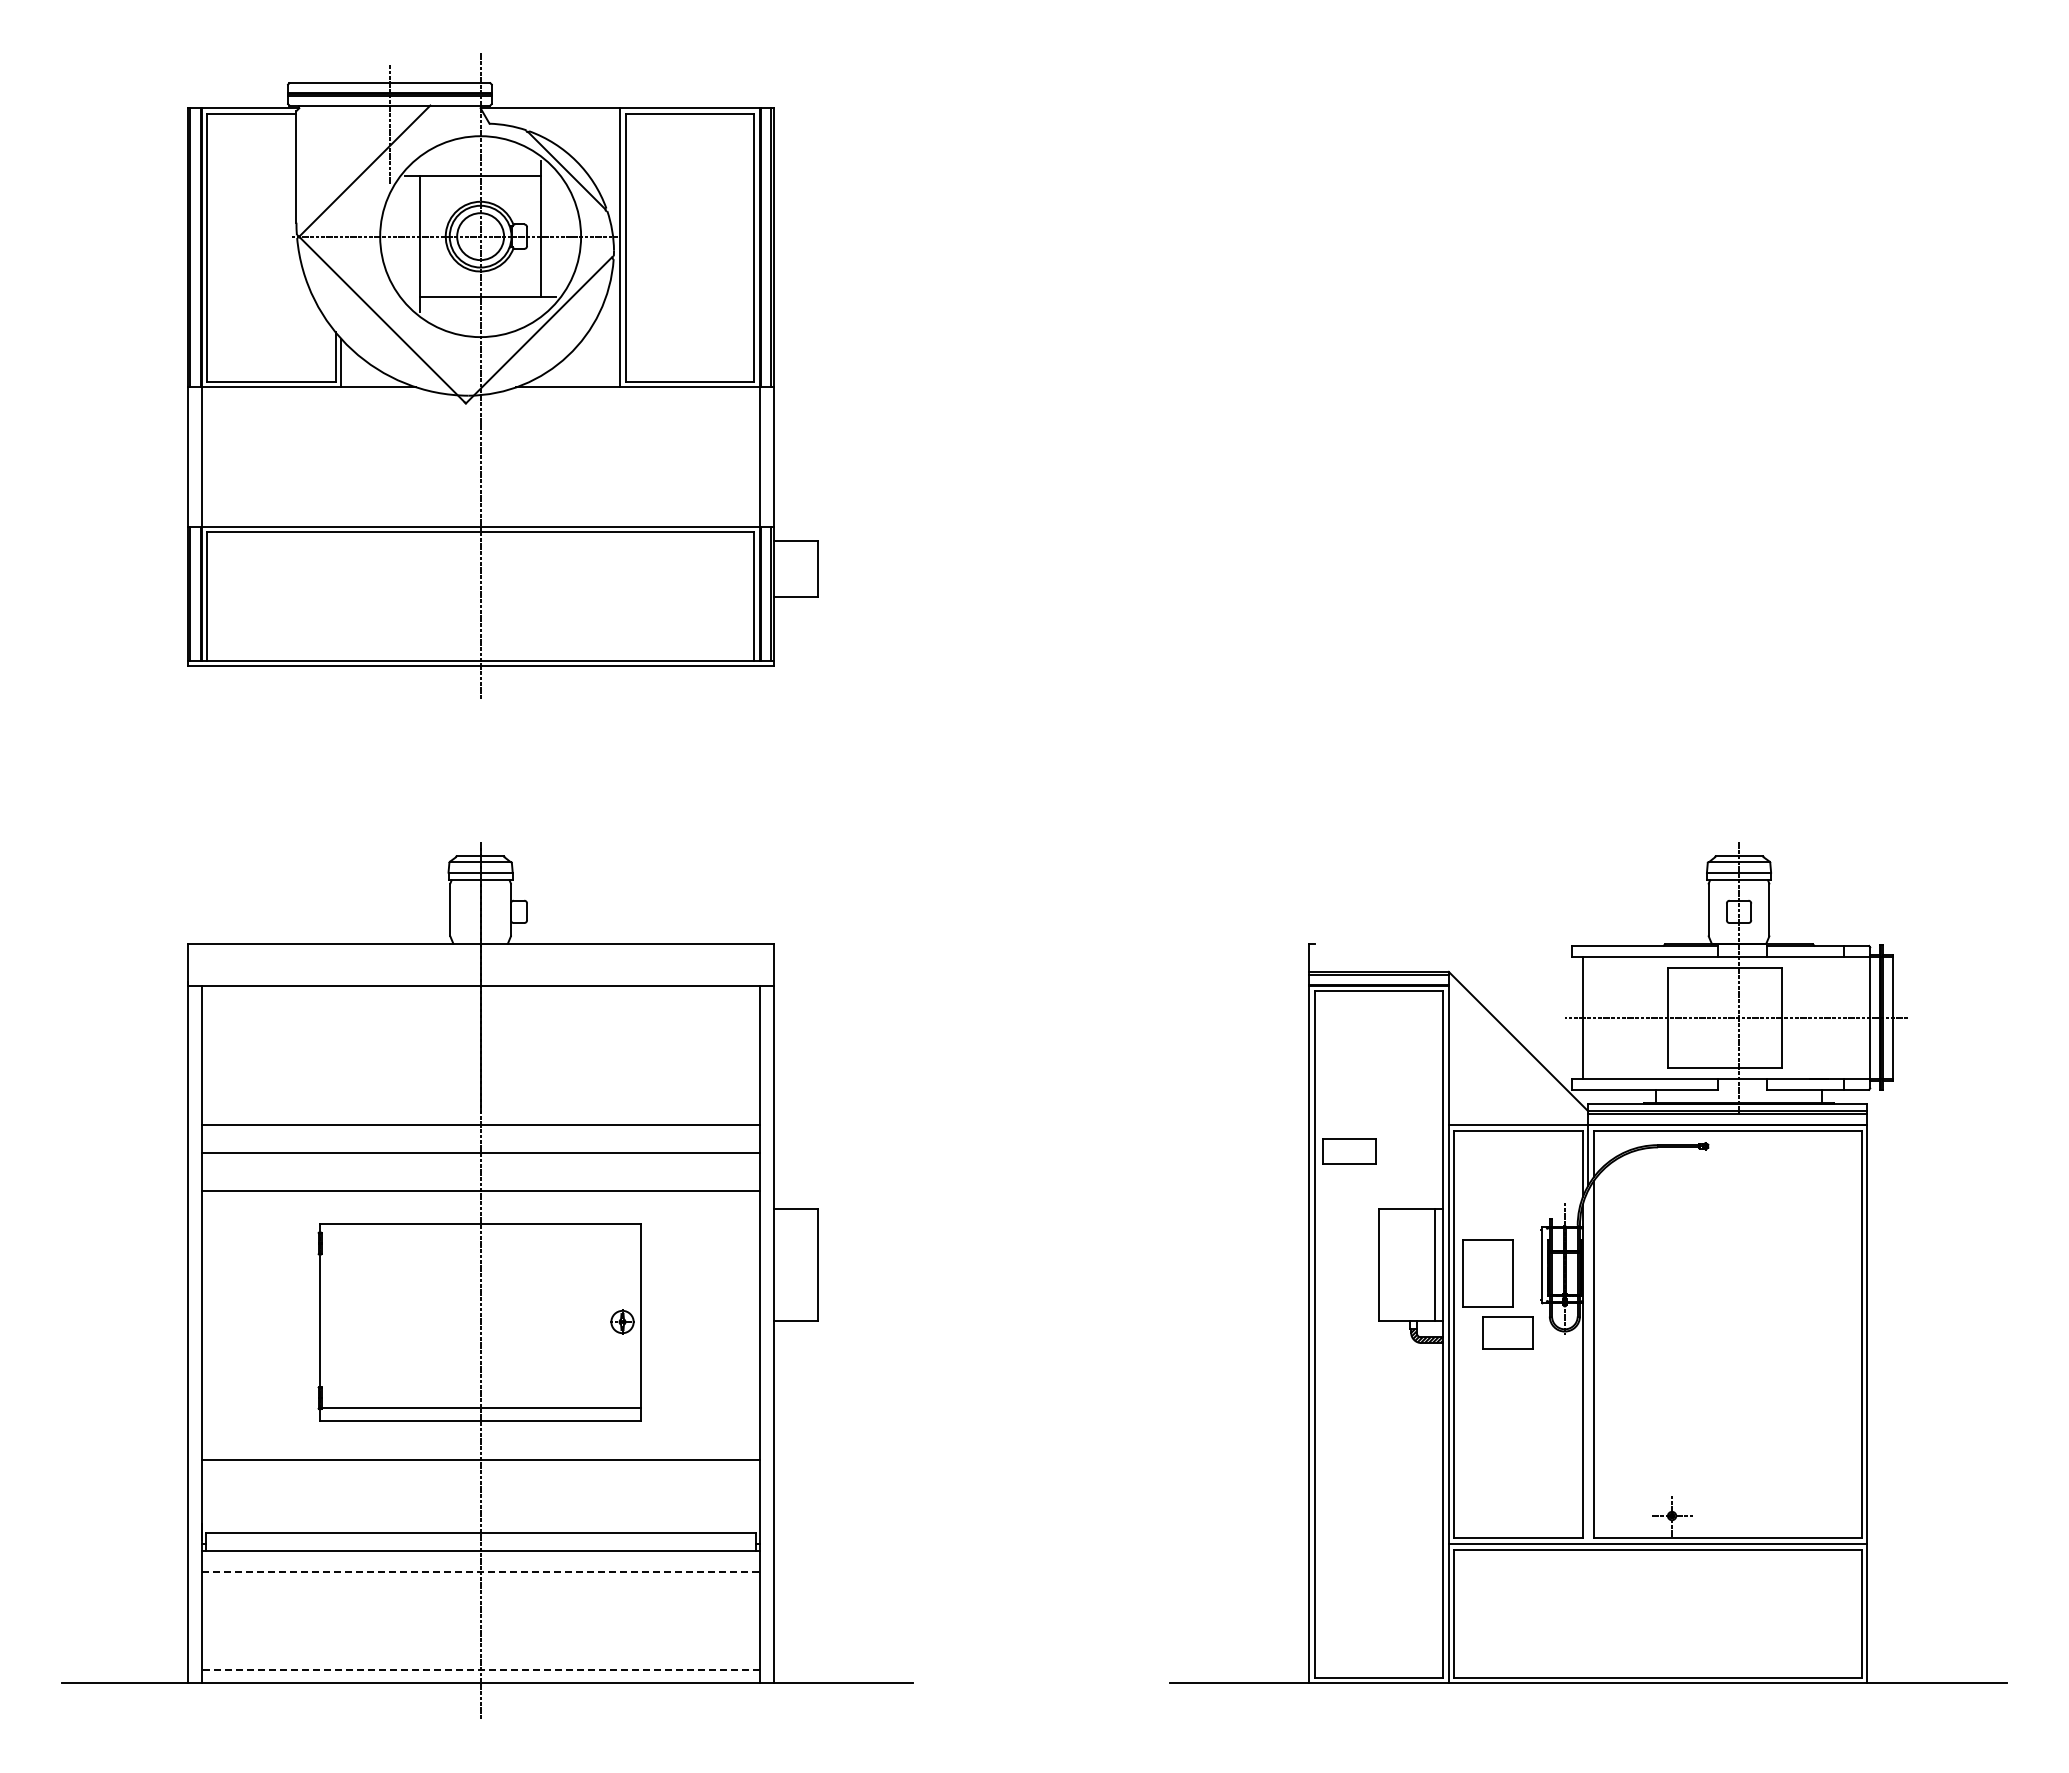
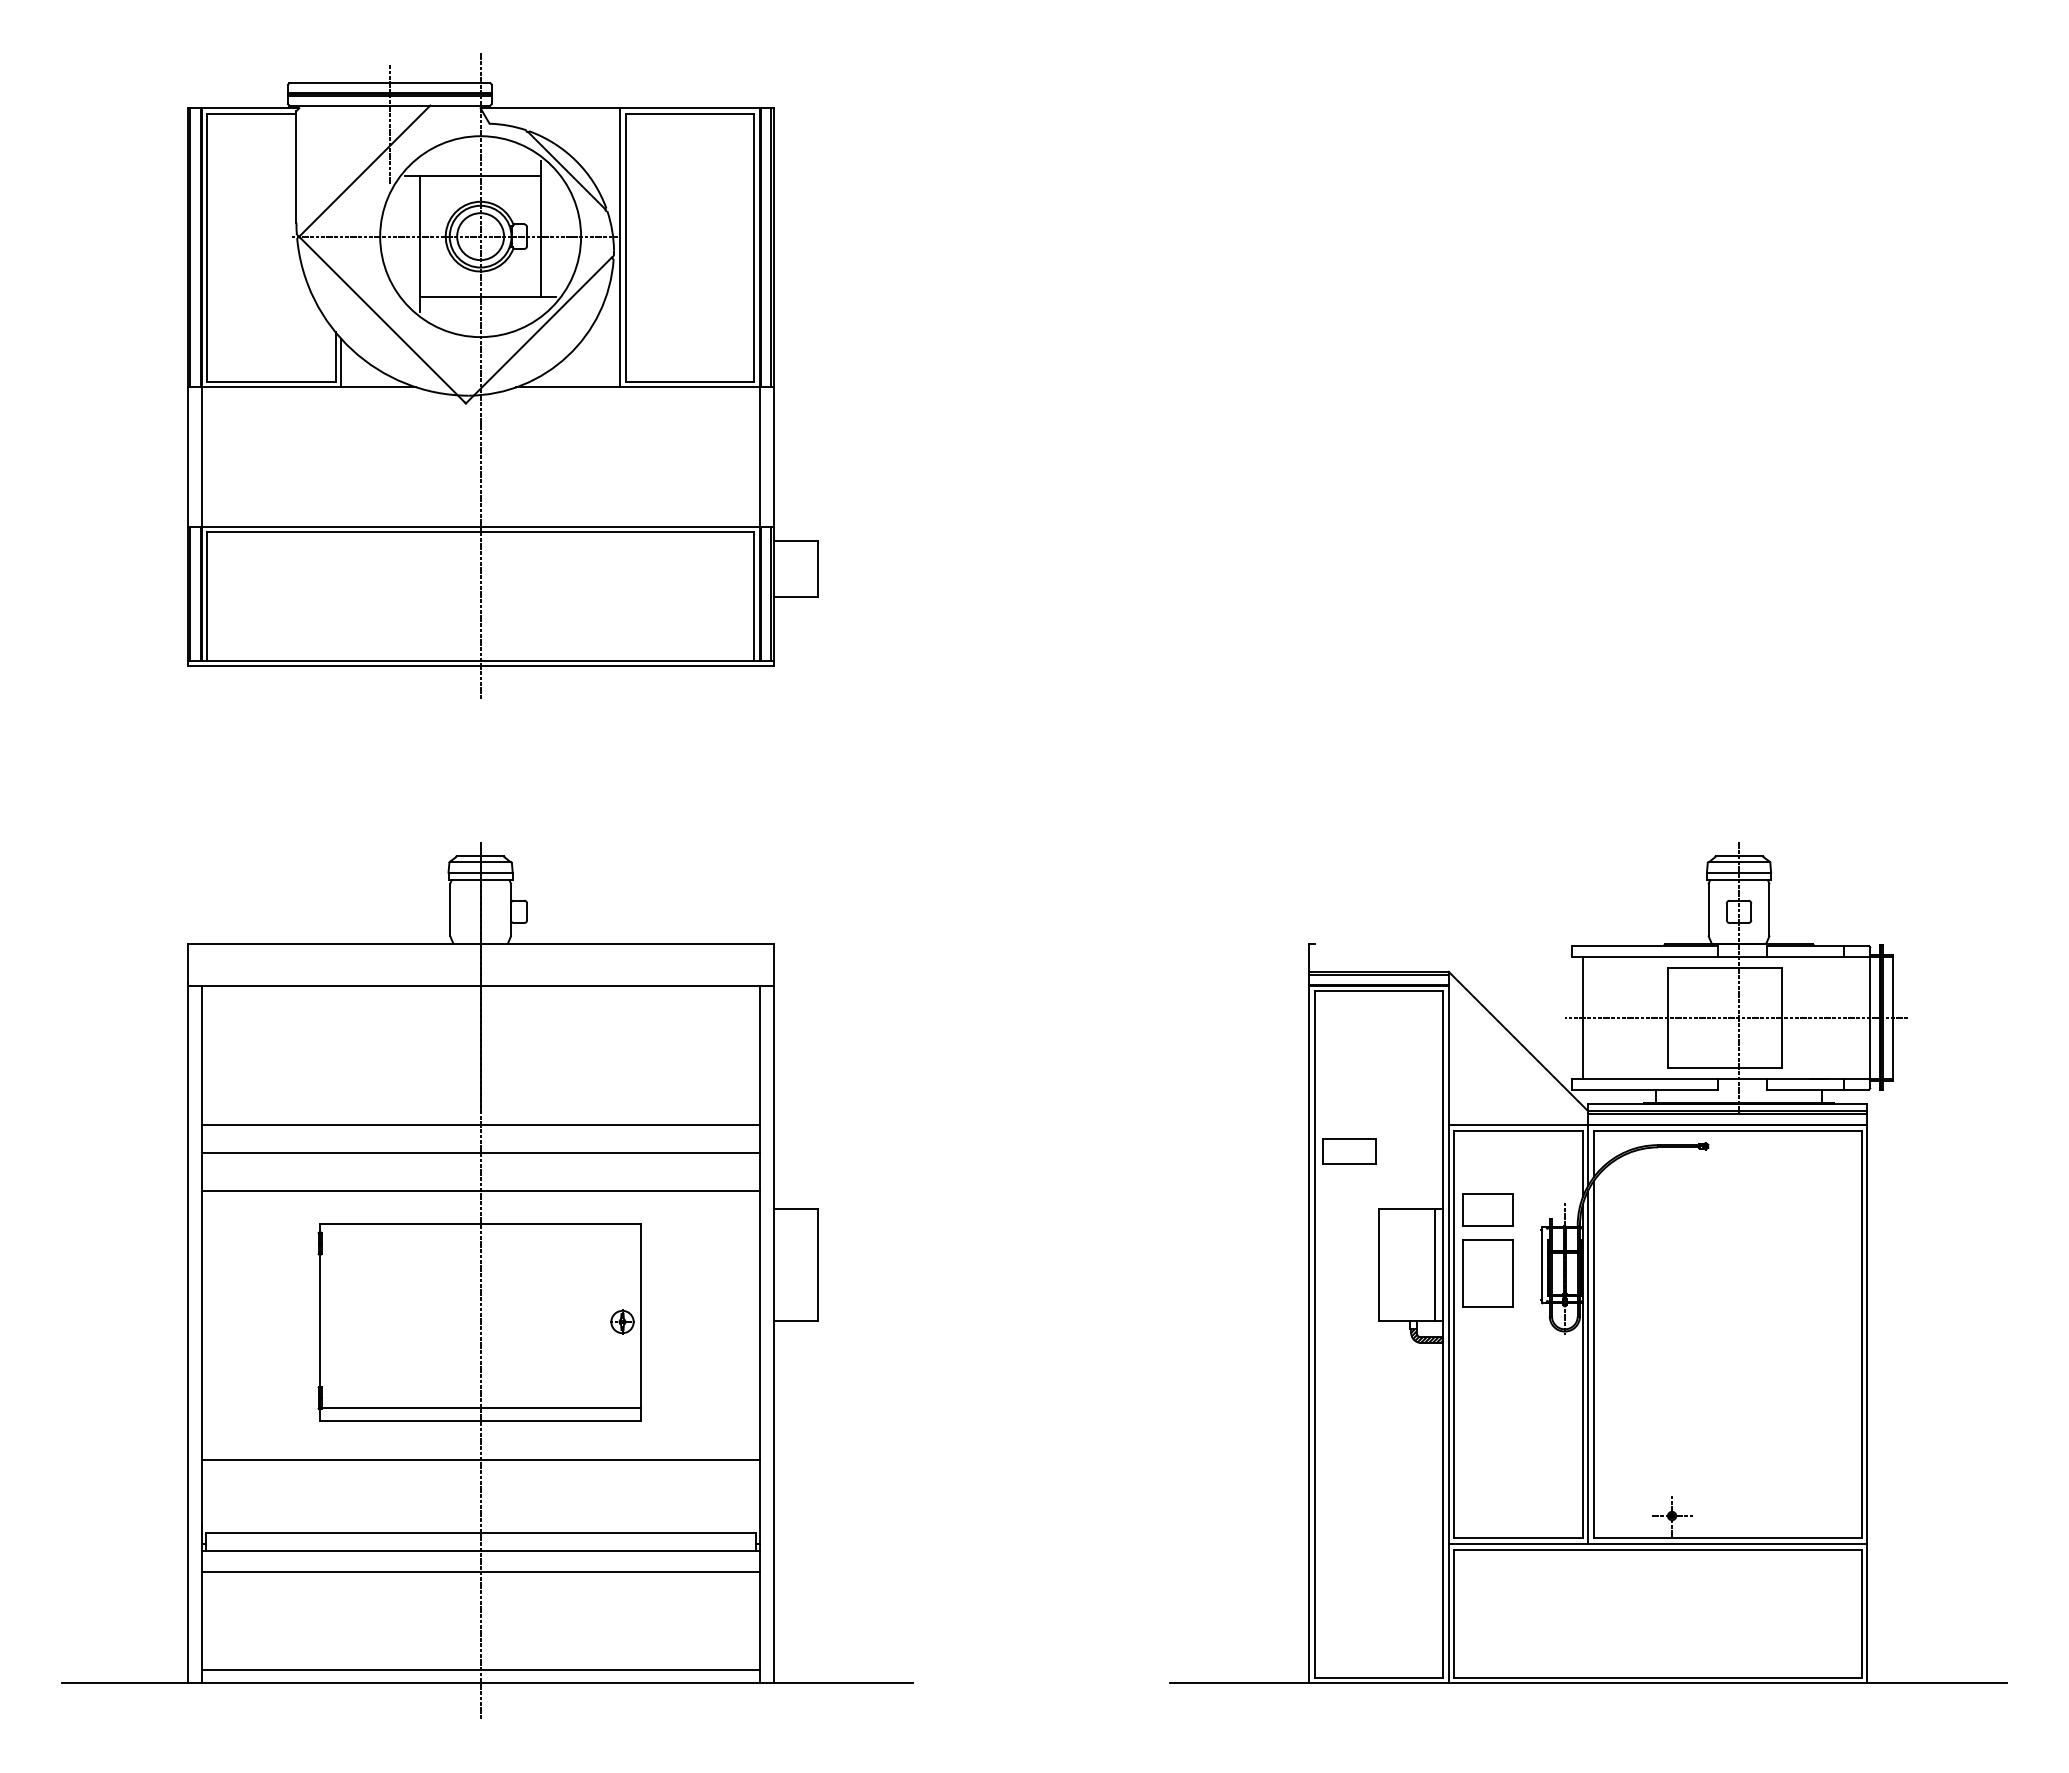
part at (1507, 1332) position: (1507, 1332) -> (1487, 1209)
line at (1588, 1366): none -> present
line at (481, 1571): dashed -> solid
line at (480, 1669): dashed -> solid
